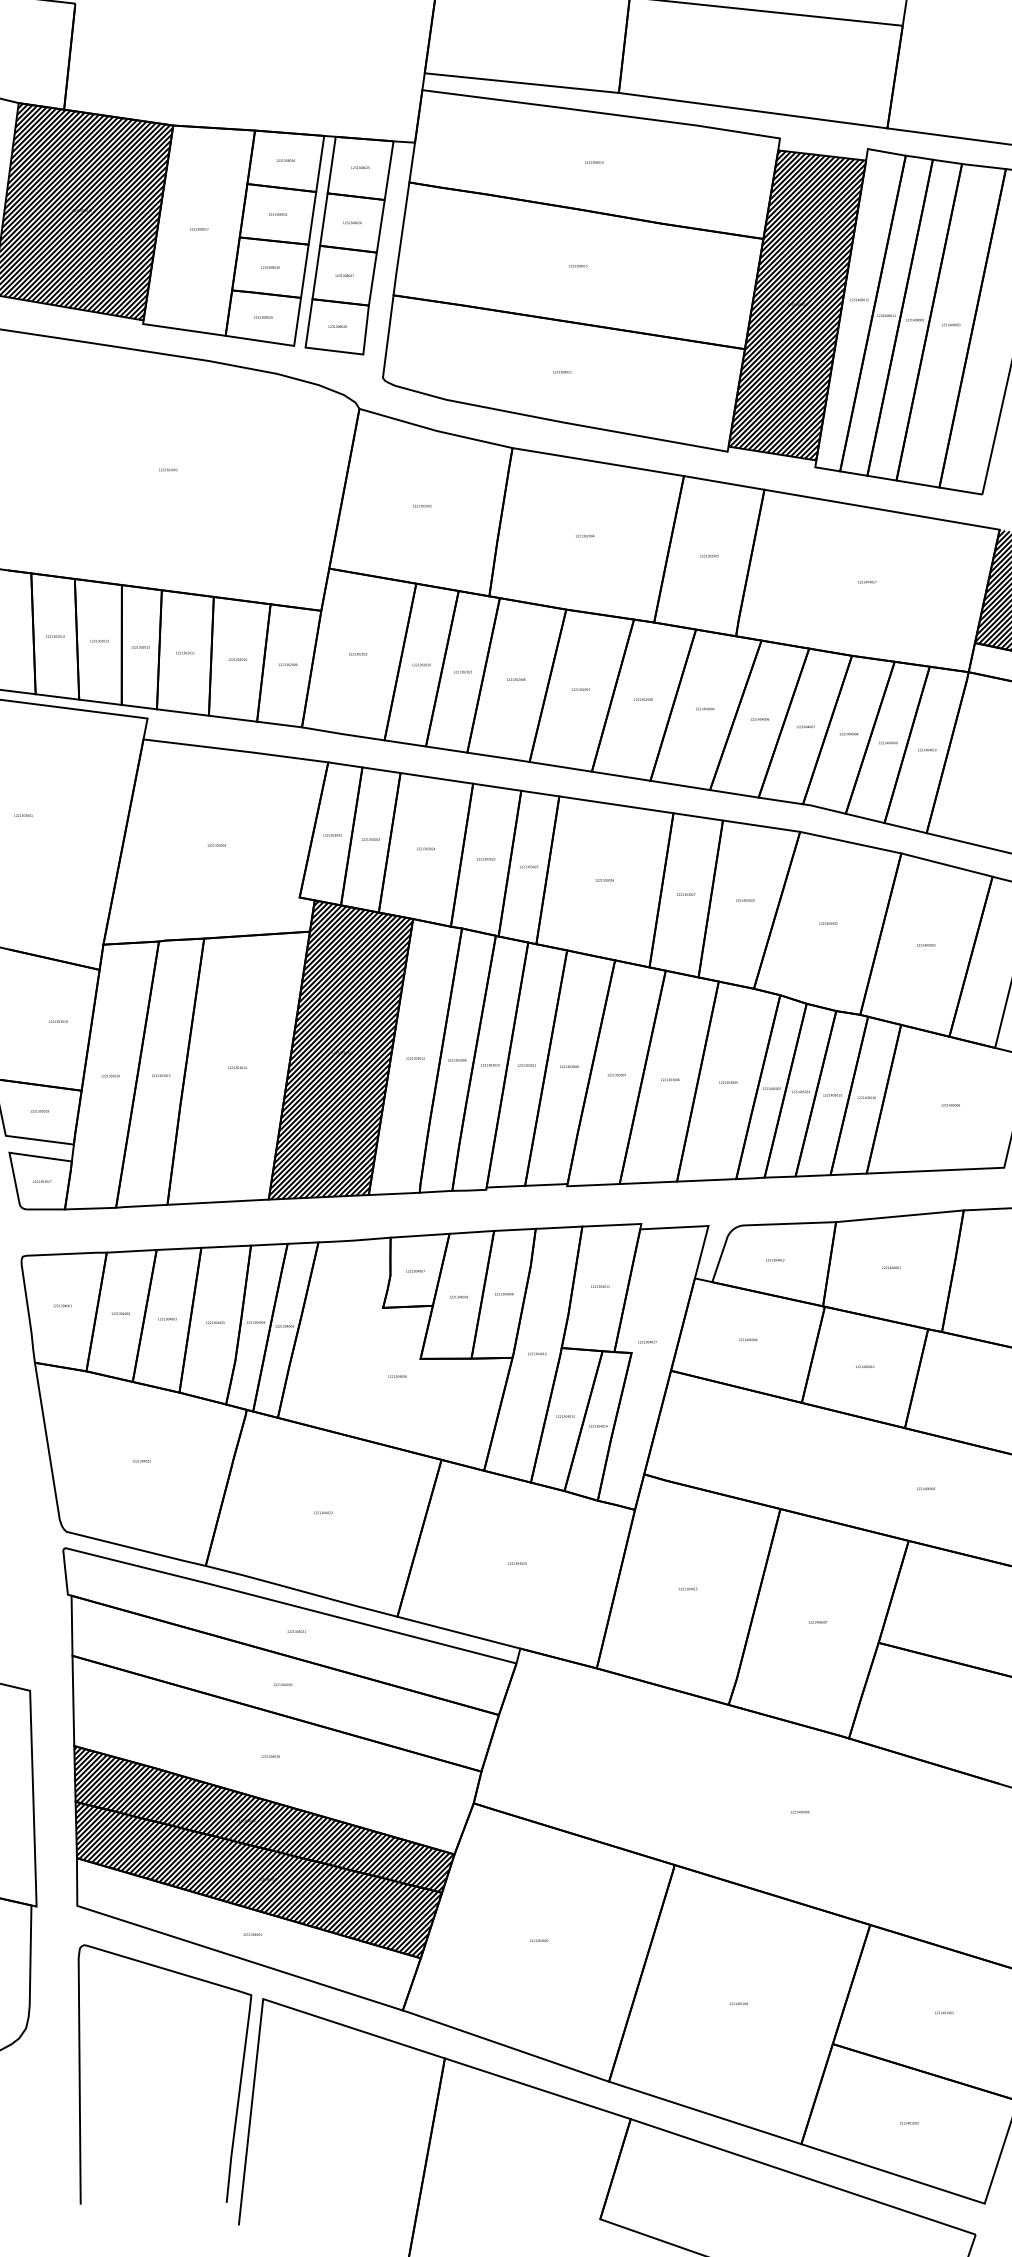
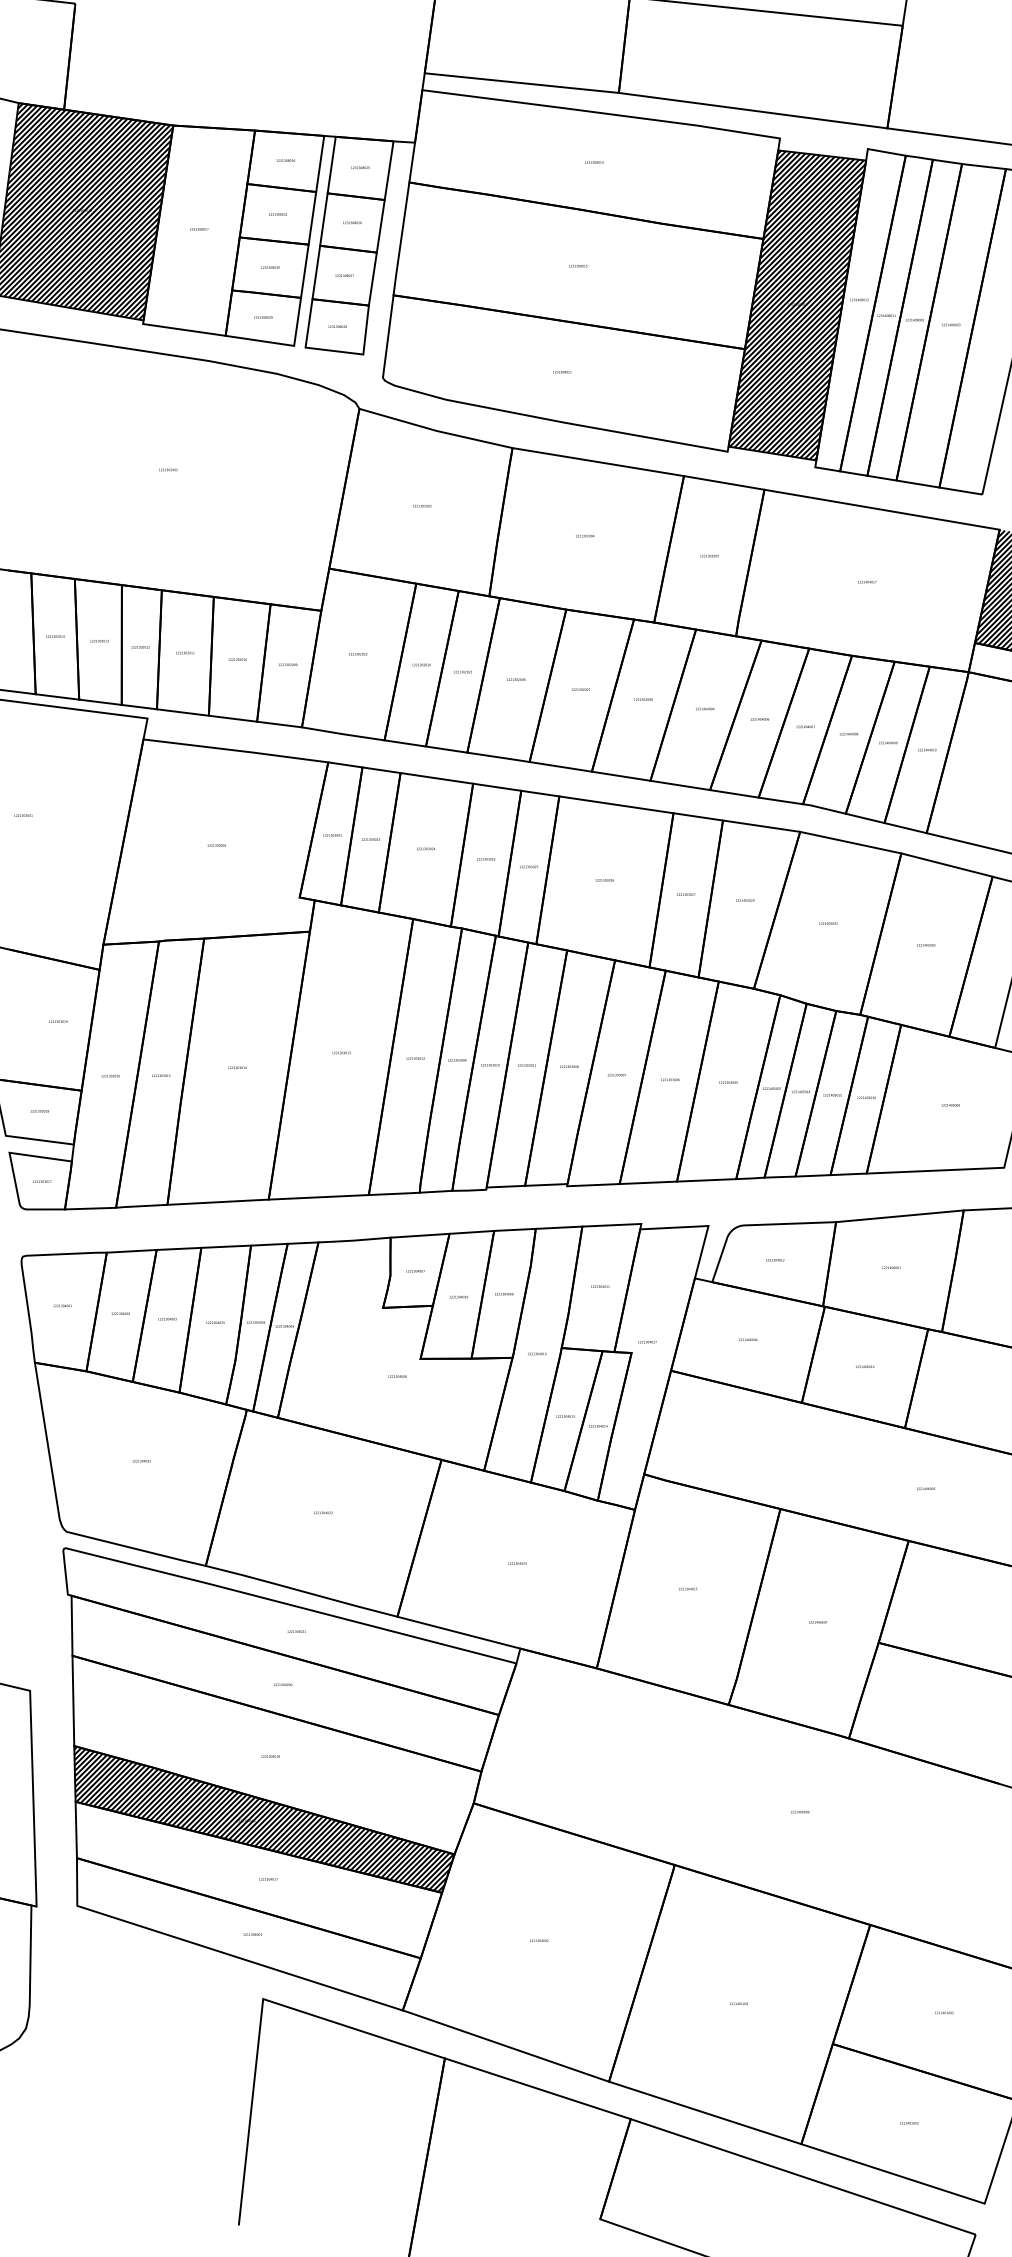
hatch at (340, 1050): present -> none
hatch at (258, 1880): present -> none
curve at (239, 2081): present -> none
